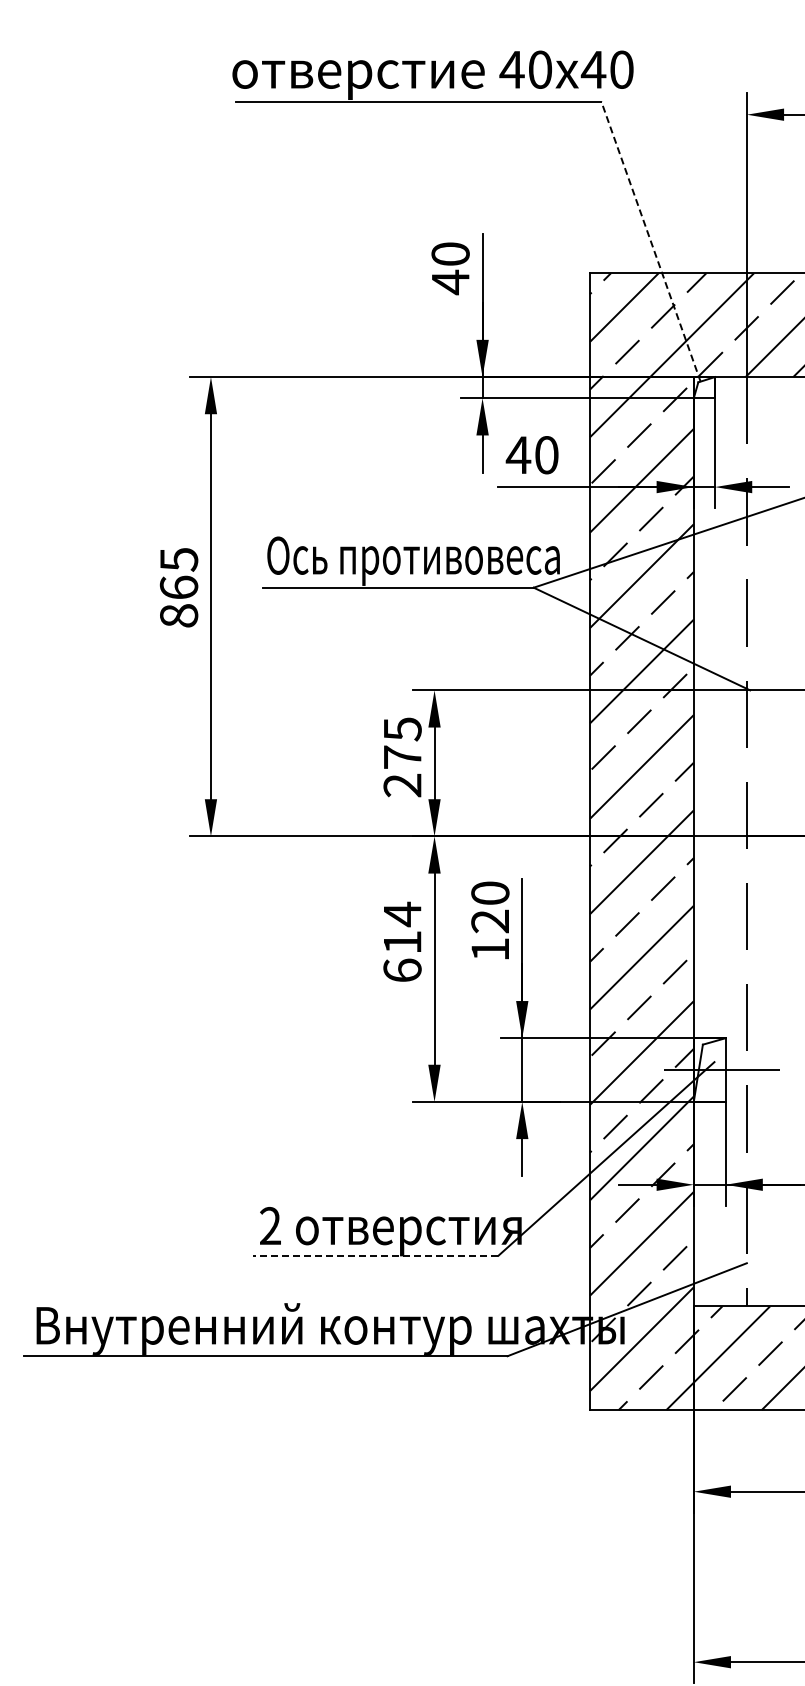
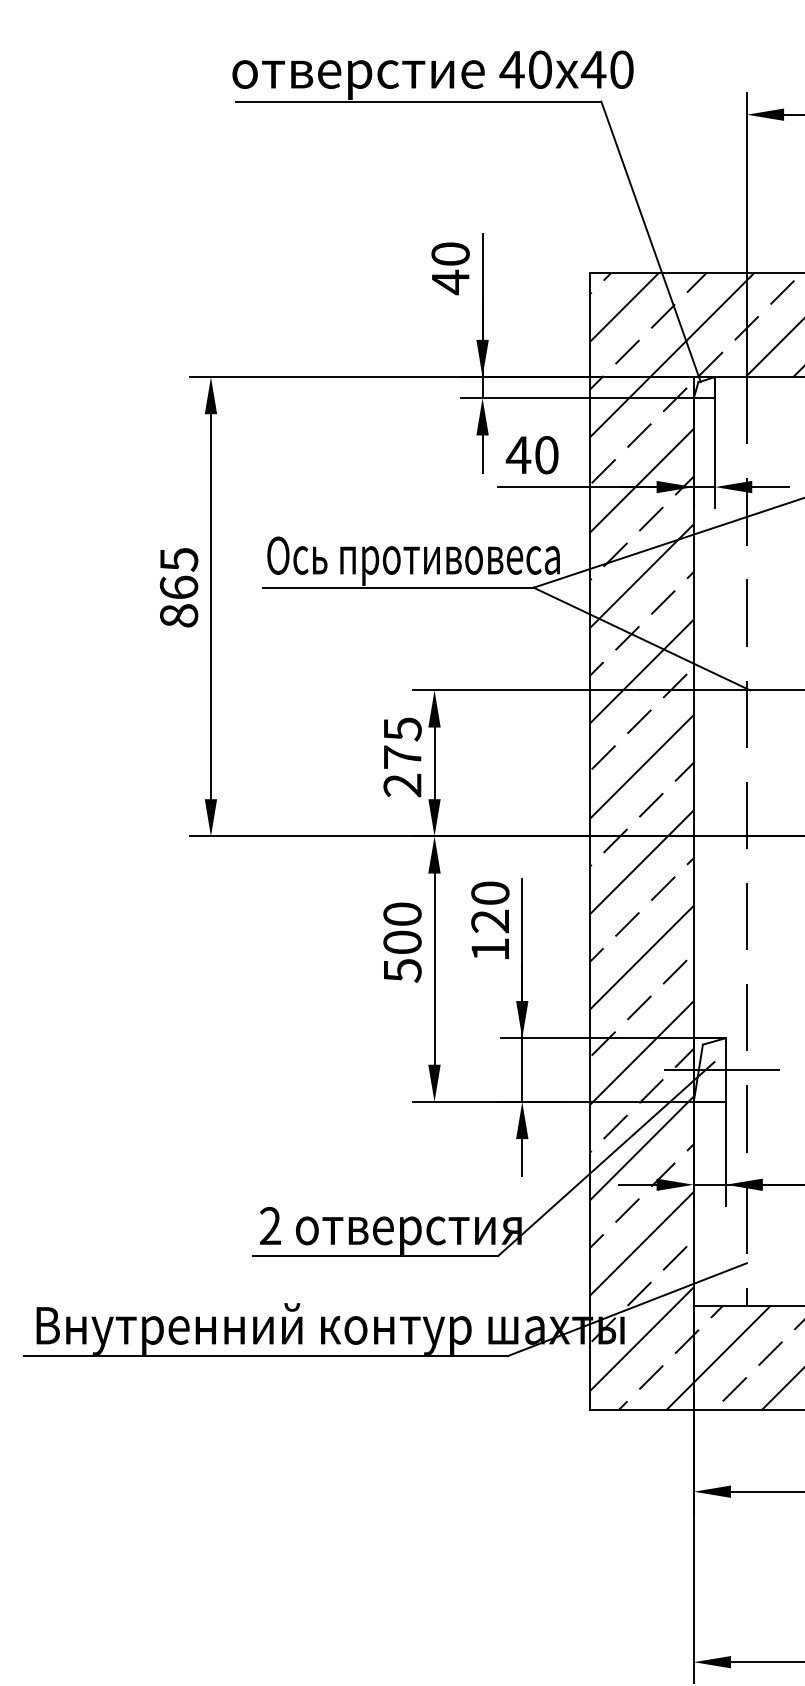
line at (651, 241): dashed -> solid
text at (402, 941): 614 -> 500
line at (375, 1255): dashed -> solid
